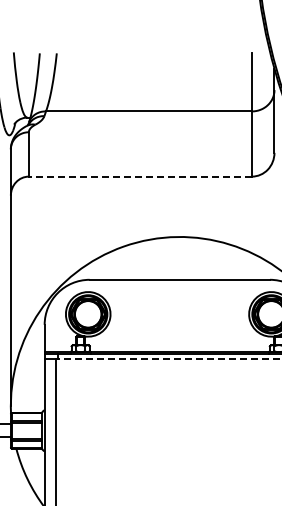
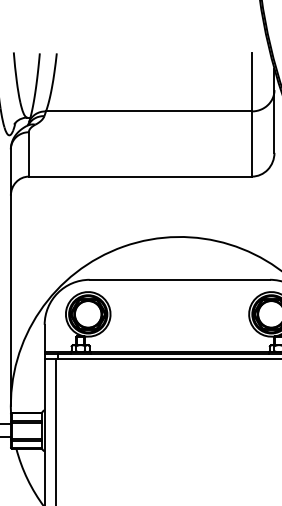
line at (140, 176): dashed -> solid
line at (169, 358): dashed -> solid
